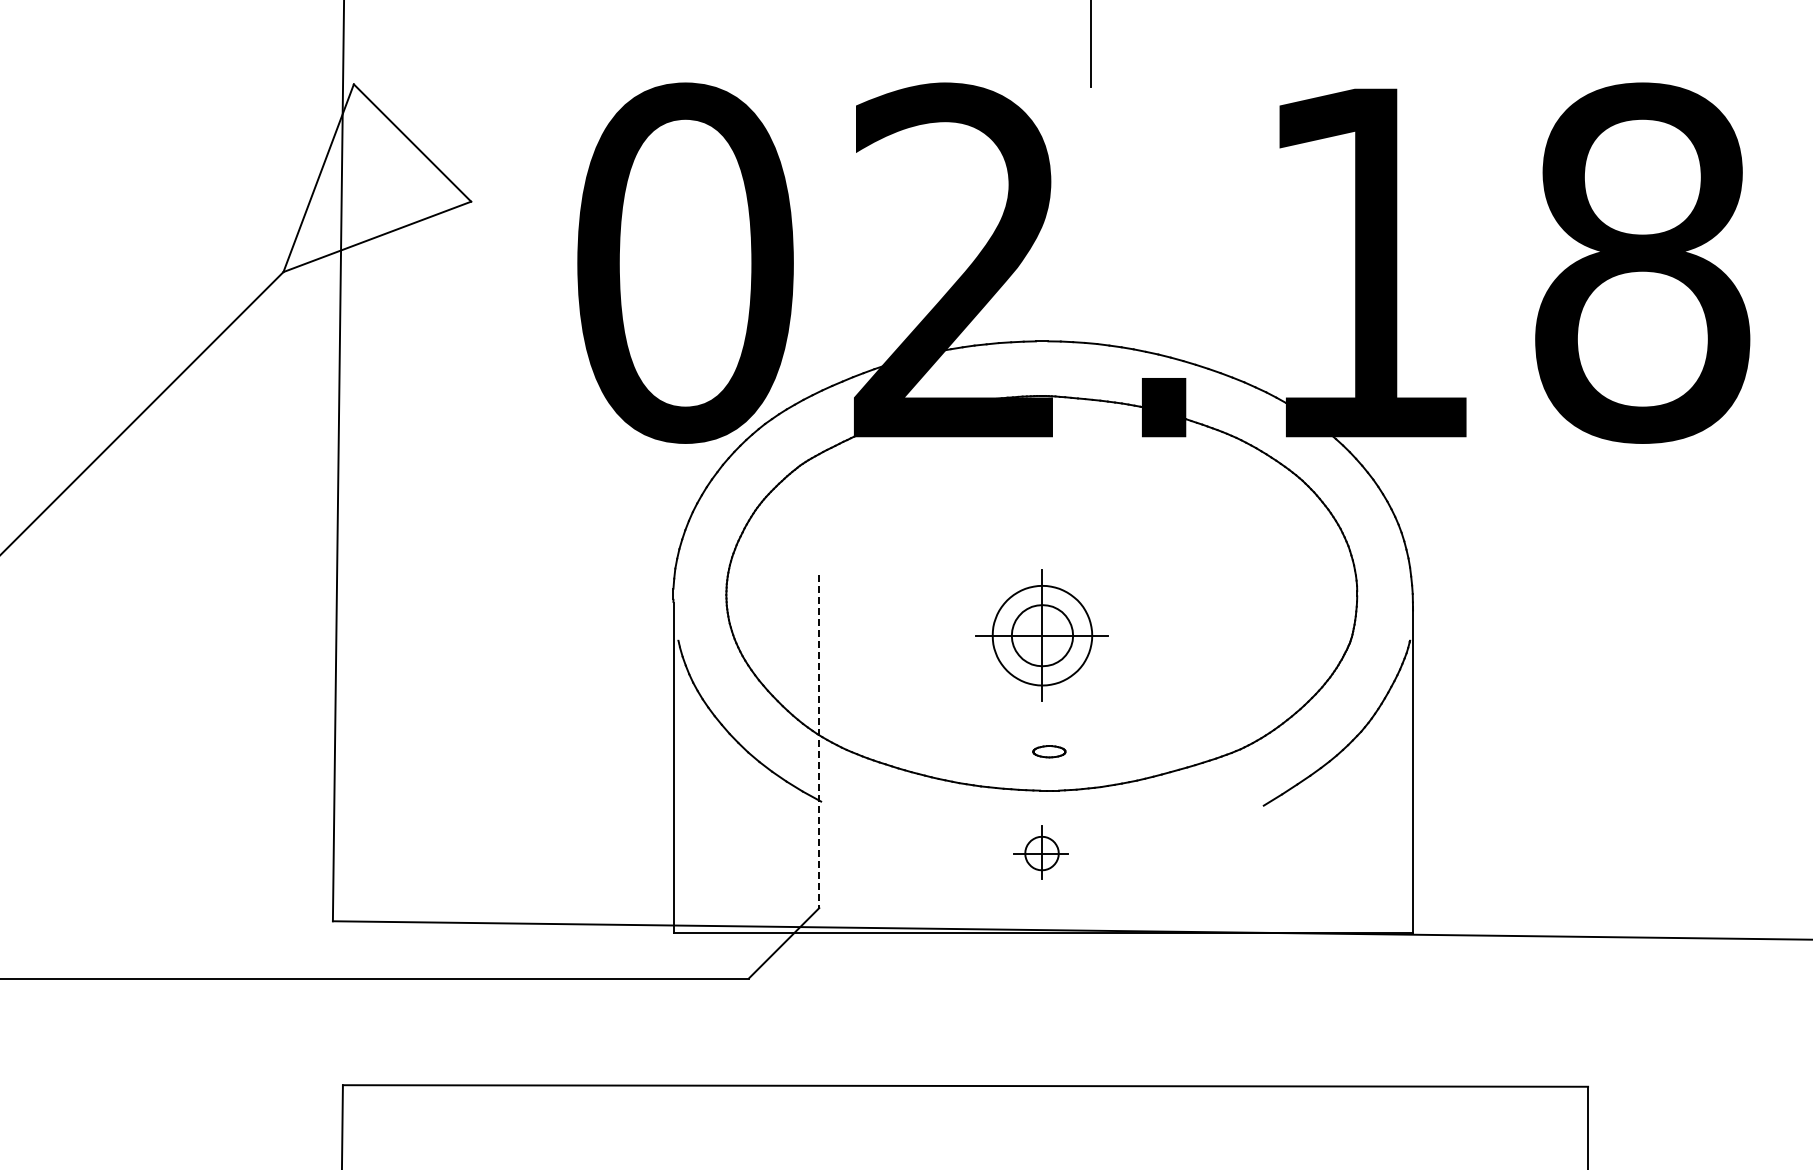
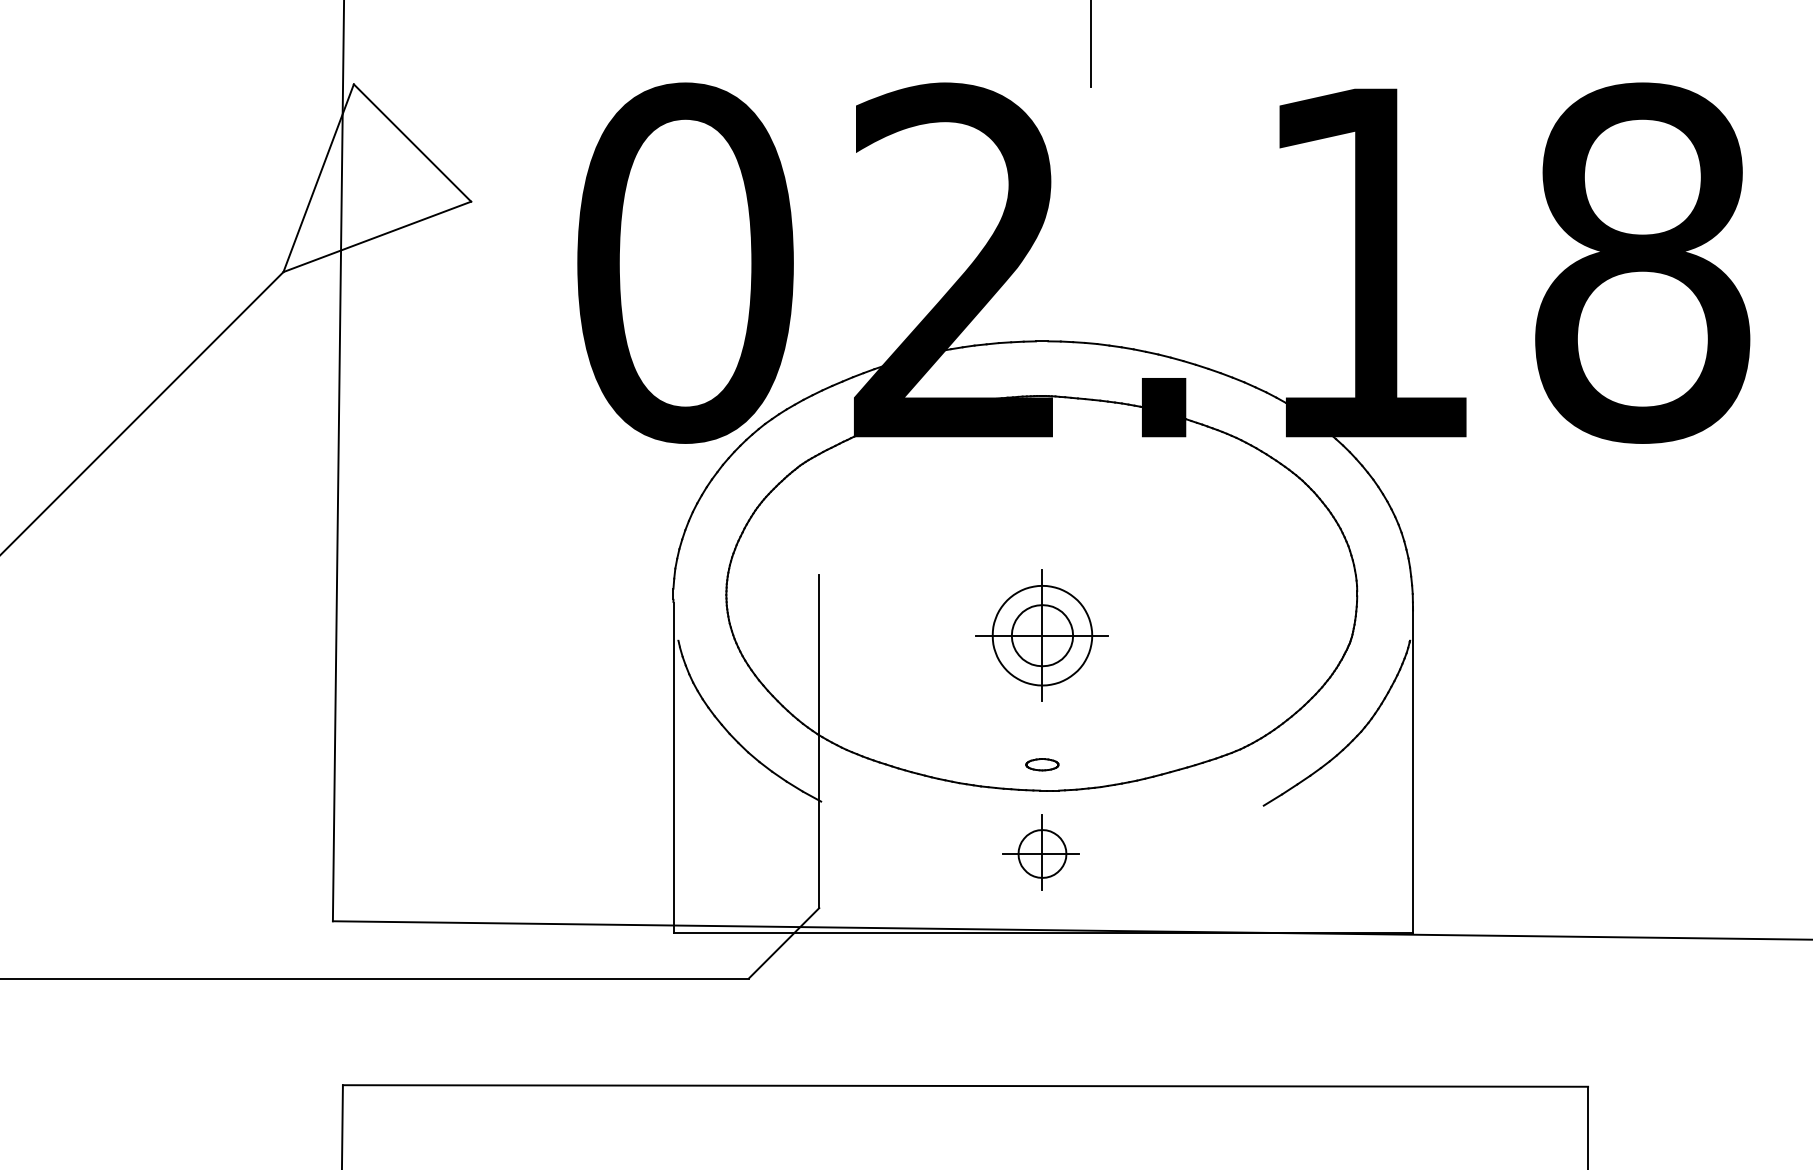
line at (819, 742): dashed -> solid
part at (1049, 751) position: (1049, 751) -> (1042, 764)
part at (1040, 852) size: 56x55 px -> 78x77 px
